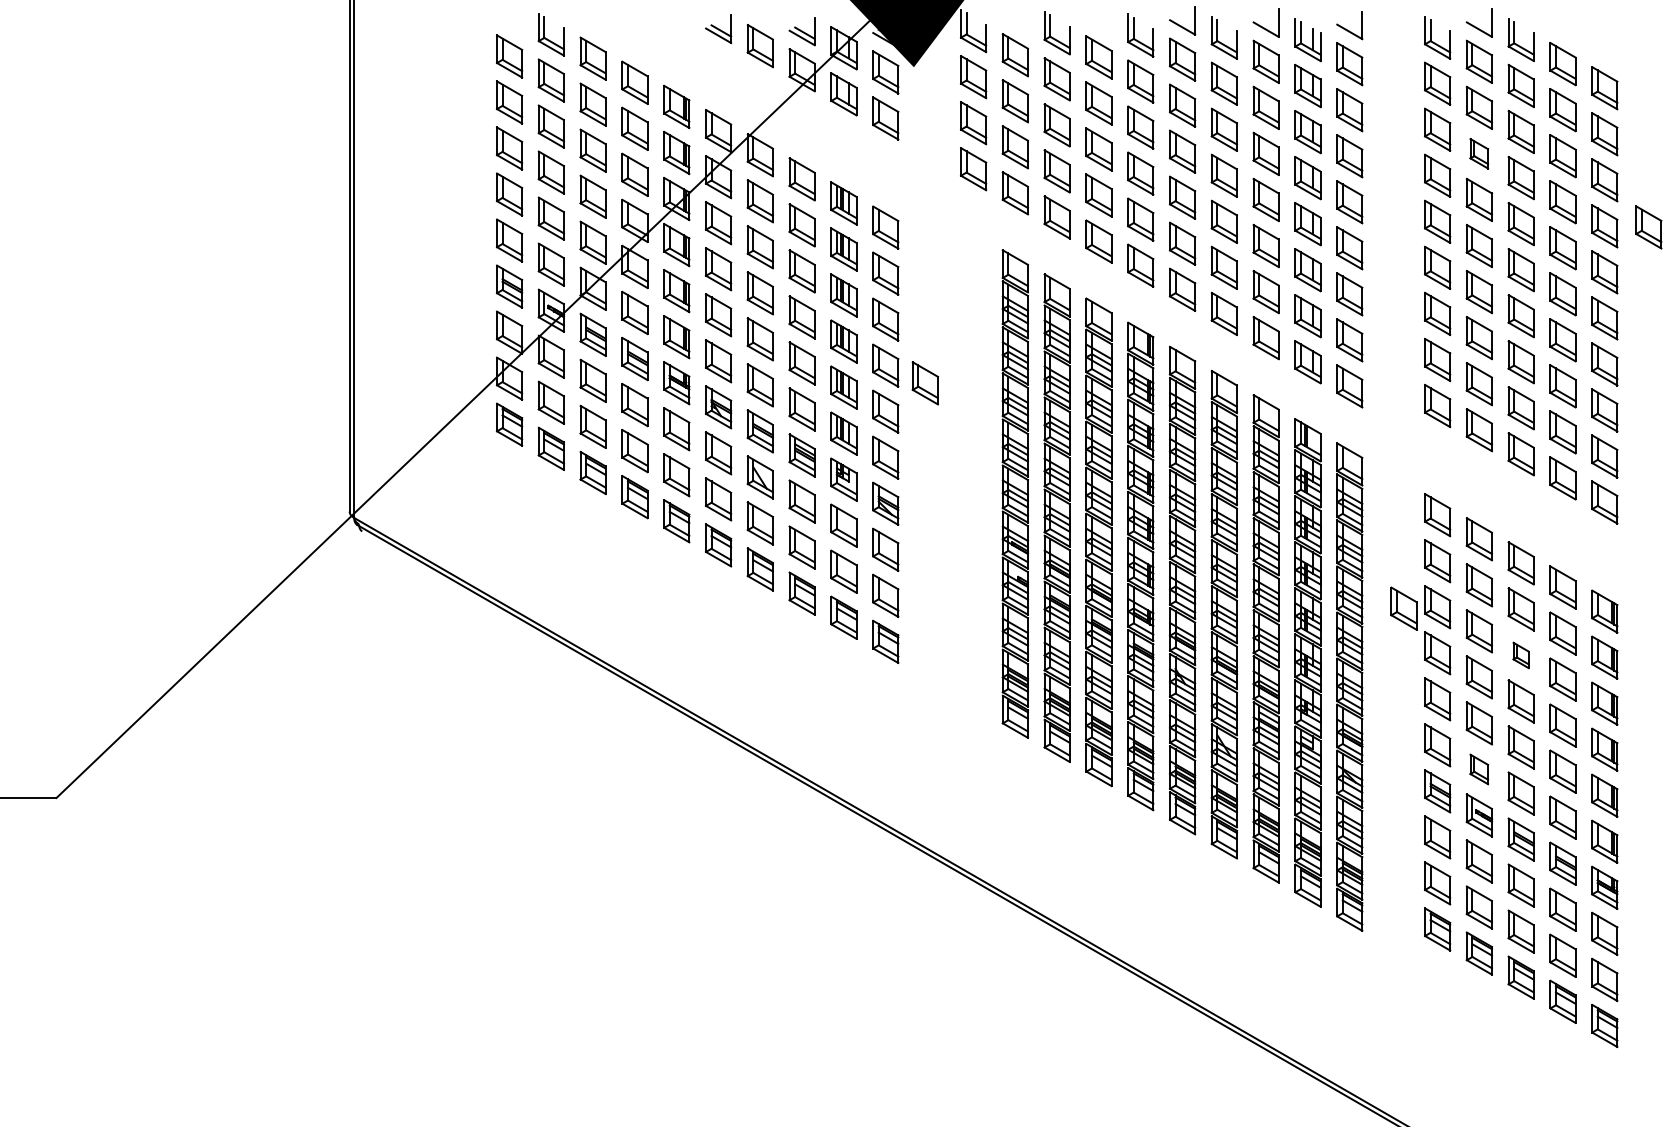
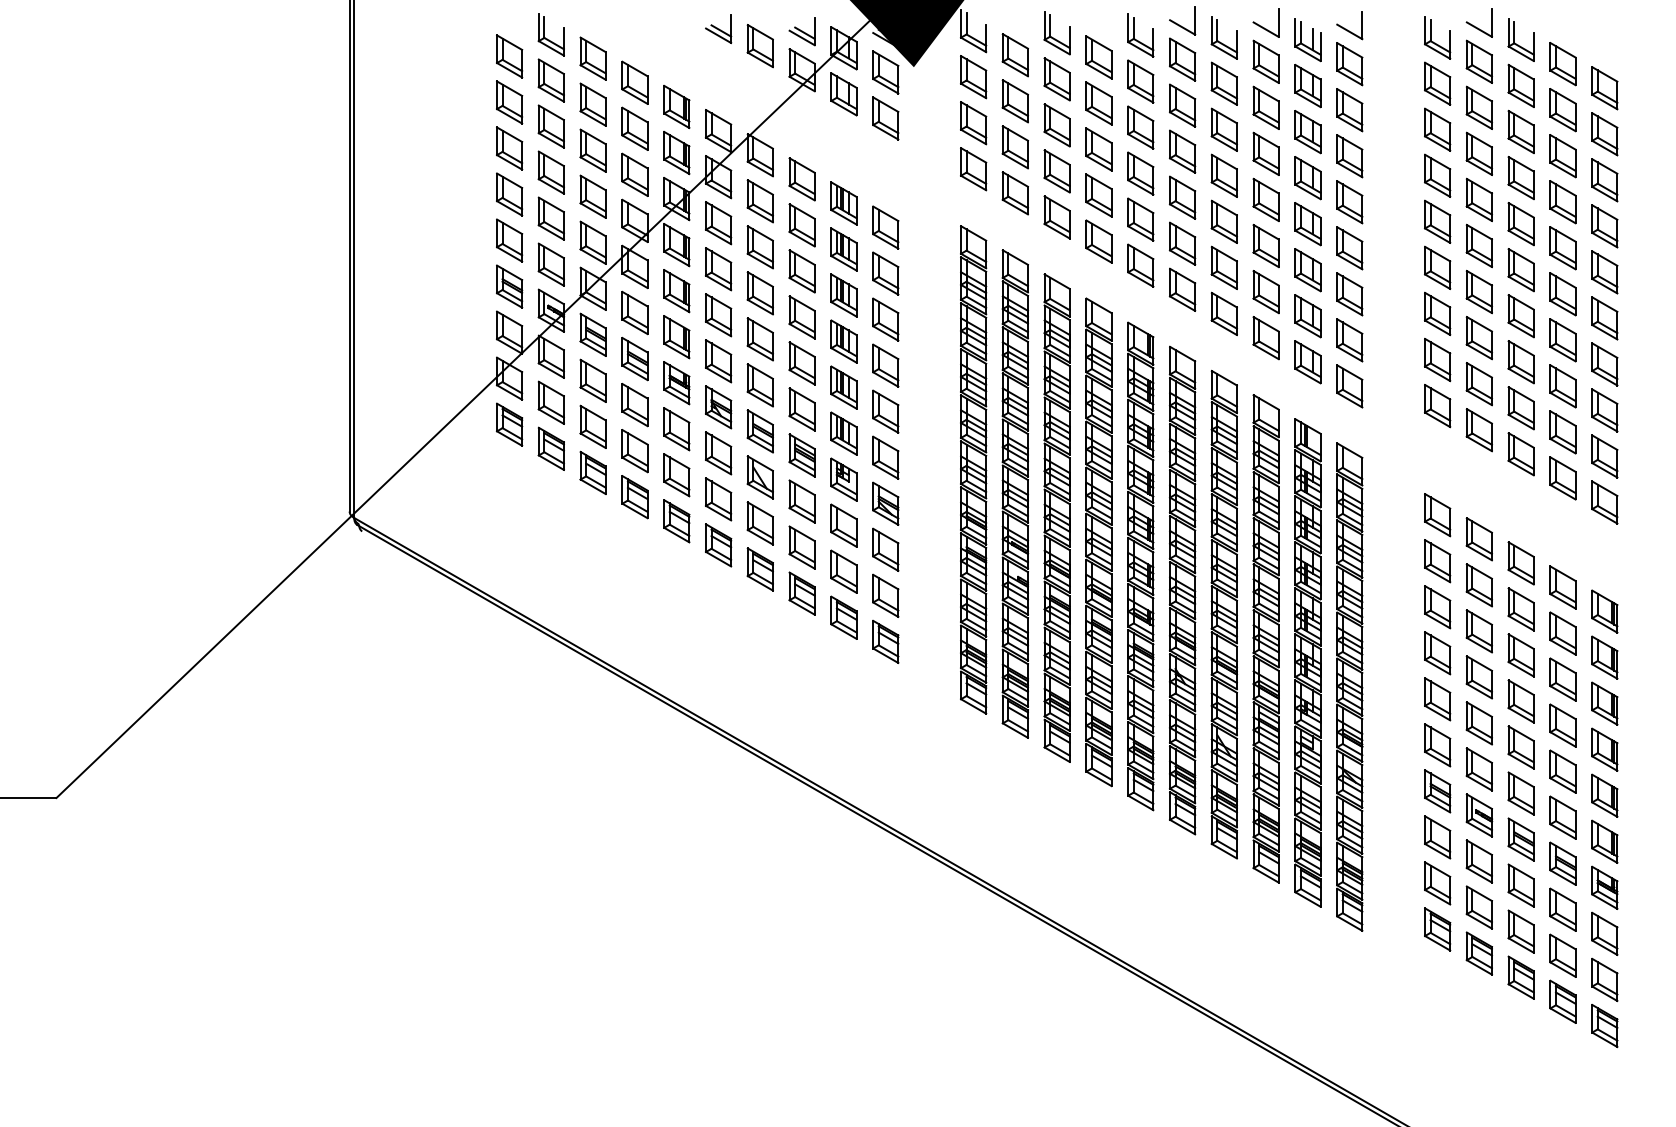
part at (1479, 153) size: 21x32 px -> 28x45 px
part at (1648, 227): present -> none
part at (924, 383): present -> none
part at (973, 469): none -> present
part at (1403, 608): present -> none
part at (1520, 655) size: 18x29 px -> 28x45 px
part at (1479, 769) size: 21x33 px -> 28x45 px
